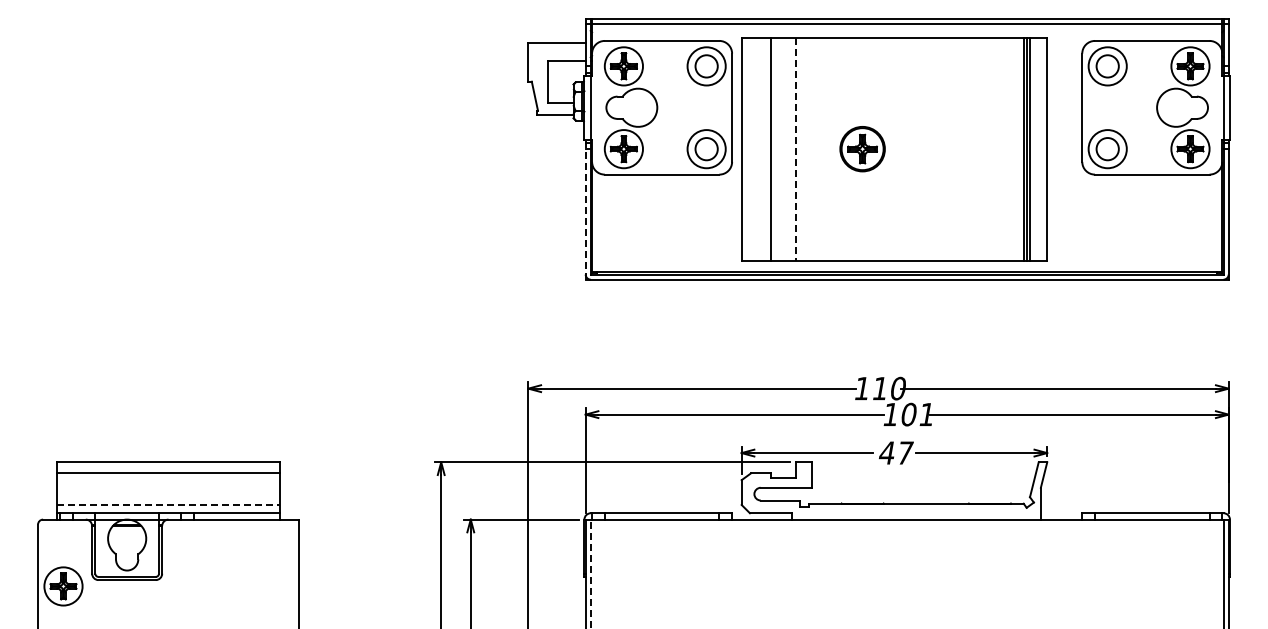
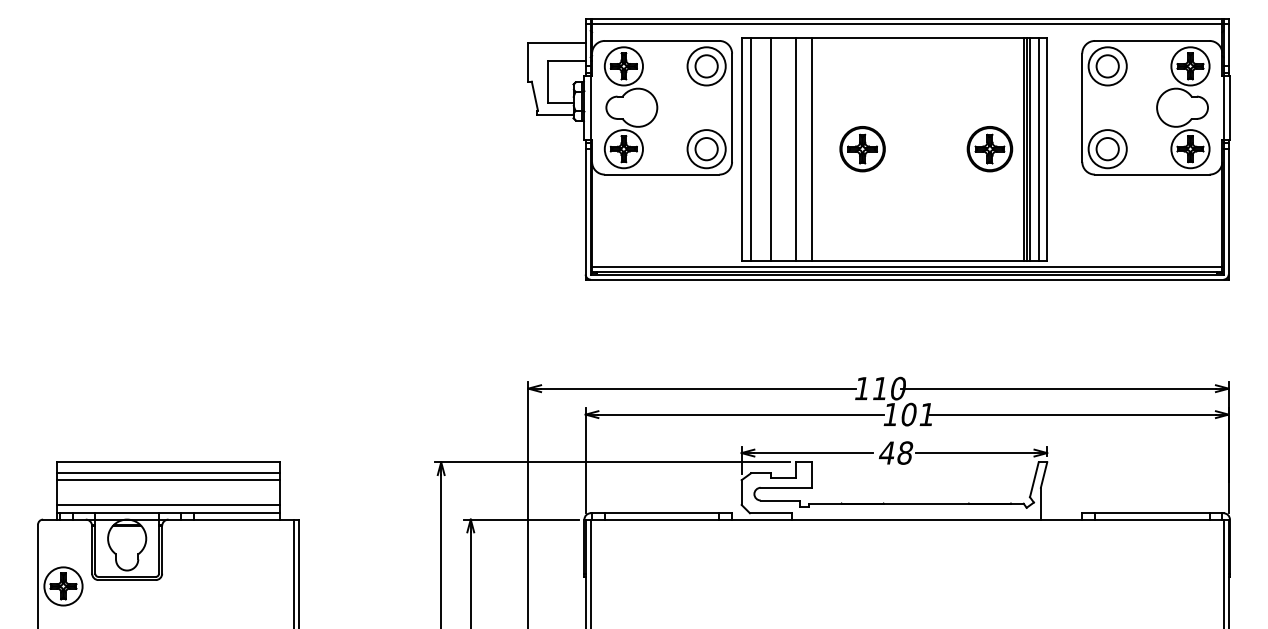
line at (751, 148): none -> present
line at (811, 148): none -> present
line at (1038, 148): none -> present
line at (796, 149): dashed -> solid
part at (989, 149): none -> present
line at (585, 209): dashed -> solid
line at (907, 266): none -> present
text at (905, 452): 47 -> 48
line at (168, 480): none -> present
line at (169, 504): dashed -> solid
line at (293, 572): none -> present
line at (590, 573): dashed -> solid
